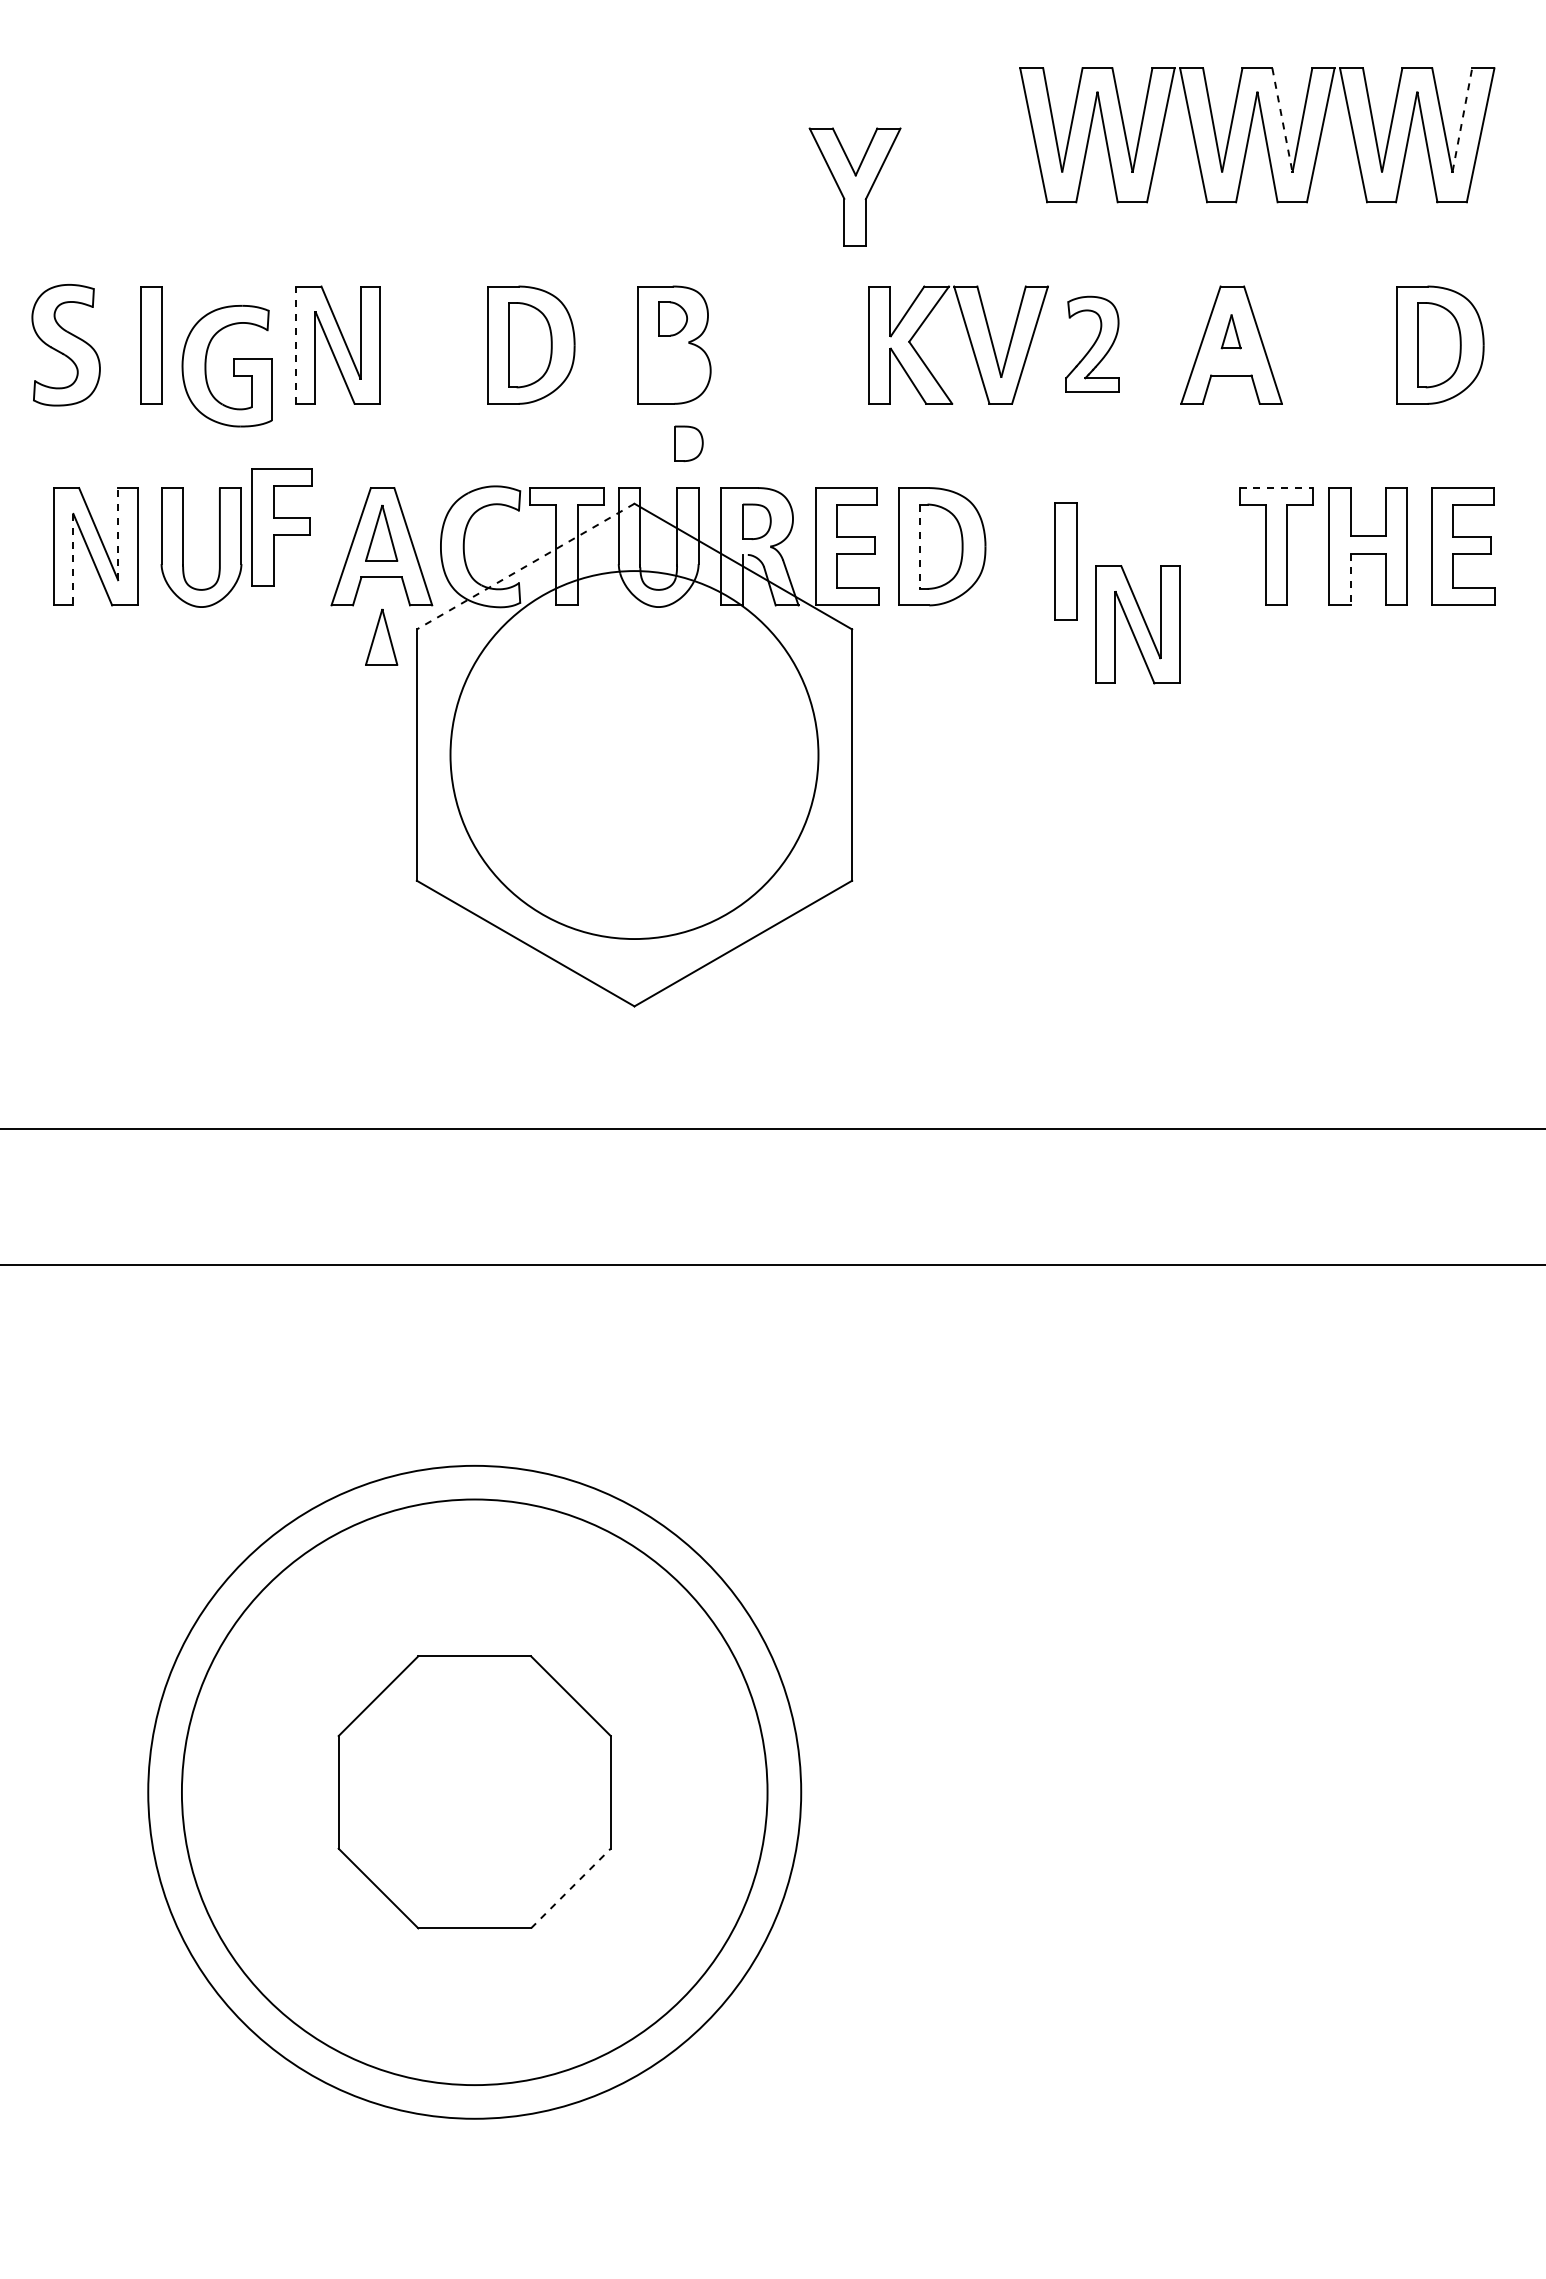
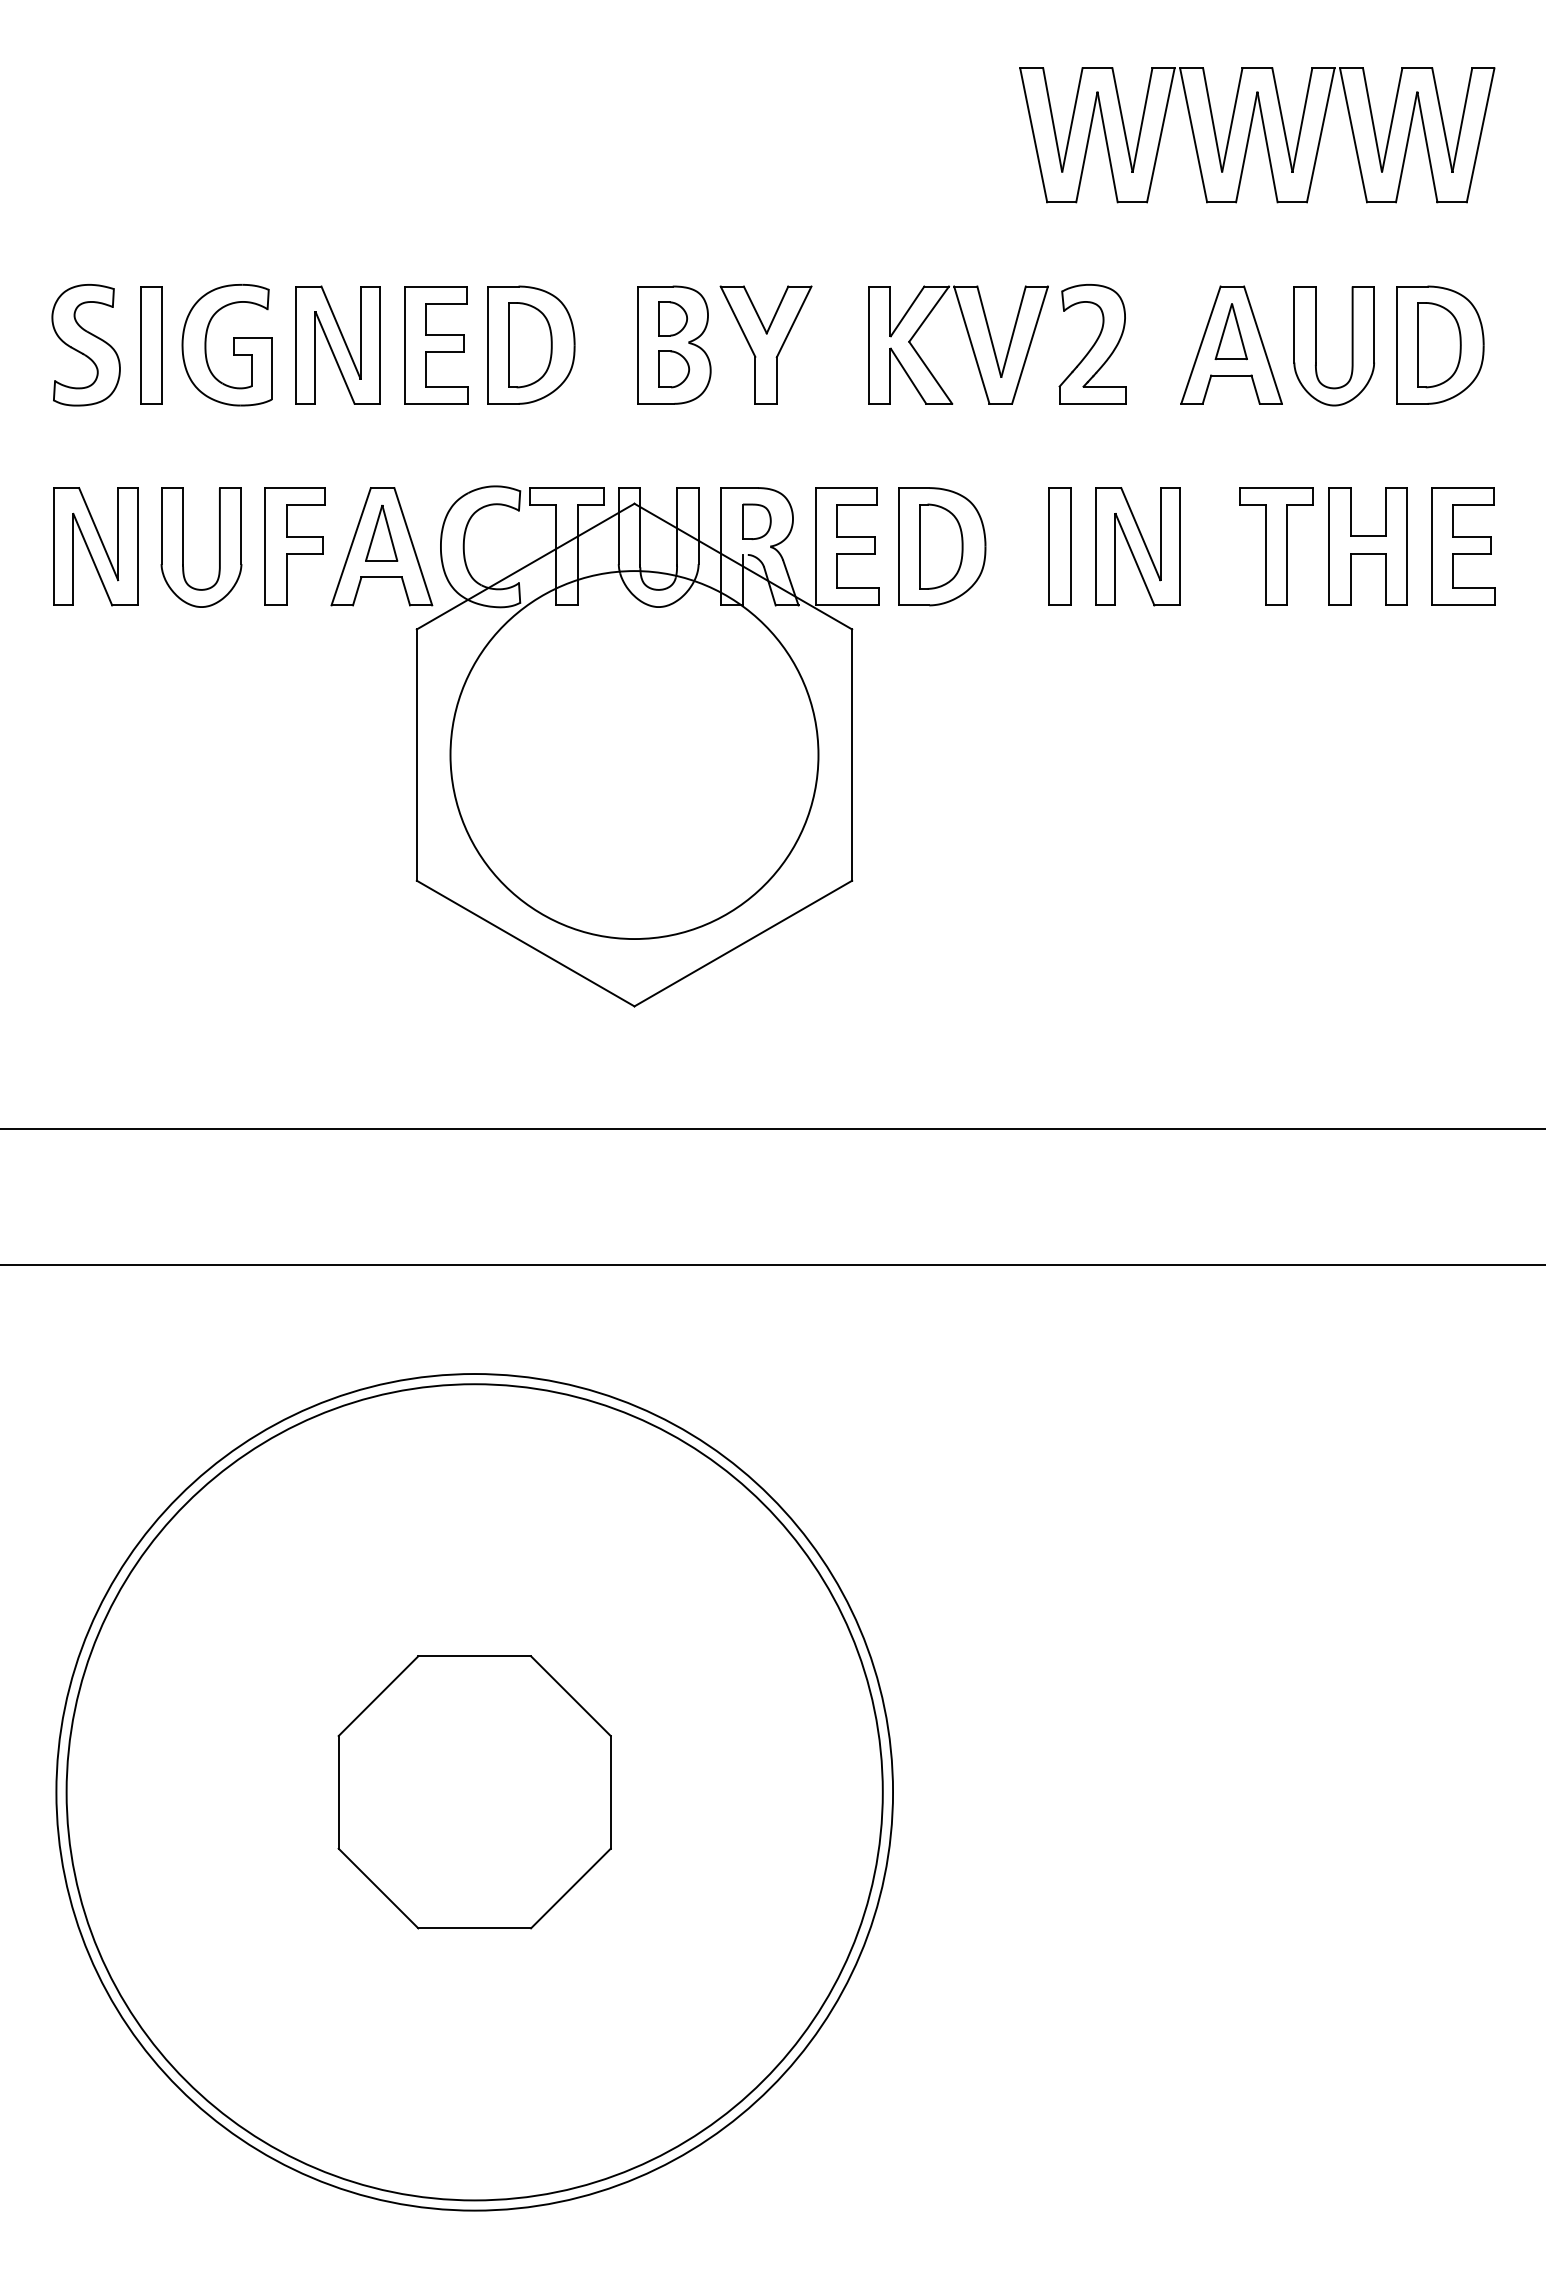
line at (1282, 119): dashed -> solid
line at (1462, 119): dashed -> solid
part at (854, 186) position: (854, 186) -> (765, 344)
part at (1230, 331) size: 22x36 px -> 34x58 px
part at (1092, 343) size: 55x98 px -> 69x121 px
part at (65, 345) position: (65, 345) -> (85, 345)
line at (295, 345): dashed -> solid
part at (436, 345): none -> present
part at (1316, 346): none -> present
part at (233, 366) position: (233, 366) -> (233, 345)
part at (674, 369): none -> present
part at (688, 443): present -> none
line at (1276, 488): dashed -> solid
part at (281, 527) position: (281, 527) -> (294, 546)
line at (118, 533): dashed -> solid
line at (920, 547): dashed -> solid
line at (73, 559): dashed -> solid
part at (1065, 561) position: (1065, 561) -> (1059, 546)
line at (525, 566): dashed -> solid
line at (1350, 579): dashed -> solid
part at (1137, 624) position: (1137, 624) -> (1137, 546)
part at (381, 637): present -> none
circle at (474, 1791) diameter: 653 px -> 816 px
circle at (474, 1792) diameter: 586 px -> 837 px
line at (571, 1888): dashed -> solid
